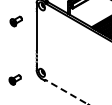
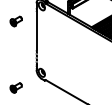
part at (14, 79) position: (14, 79) -> (15, 87)
line at (66, 92): dashed -> solid
